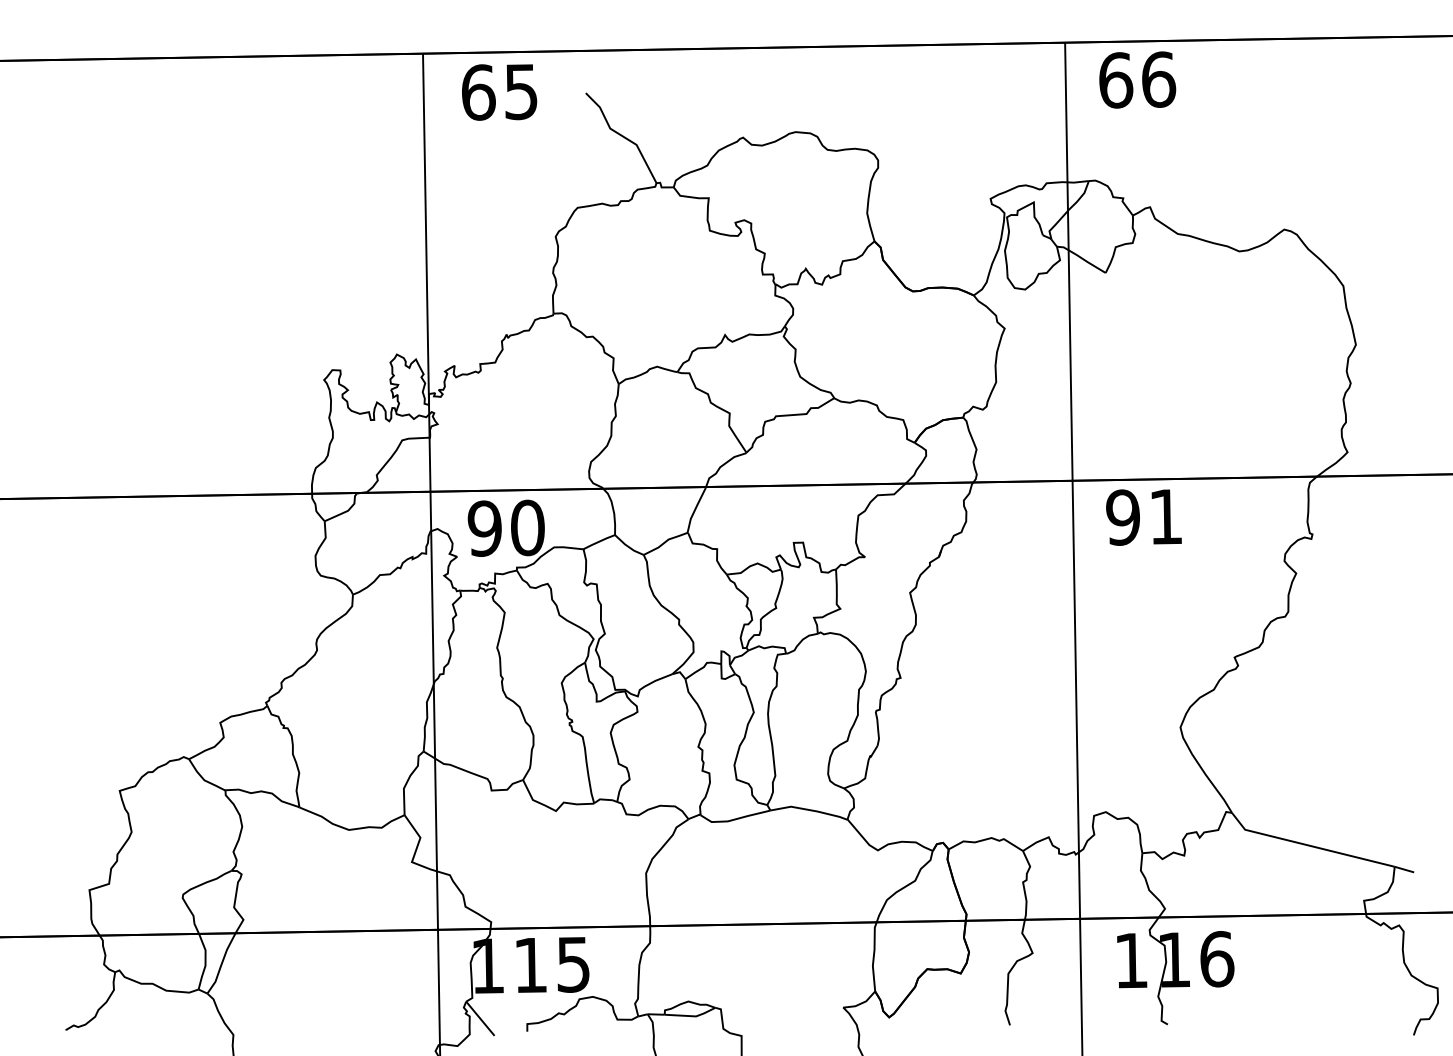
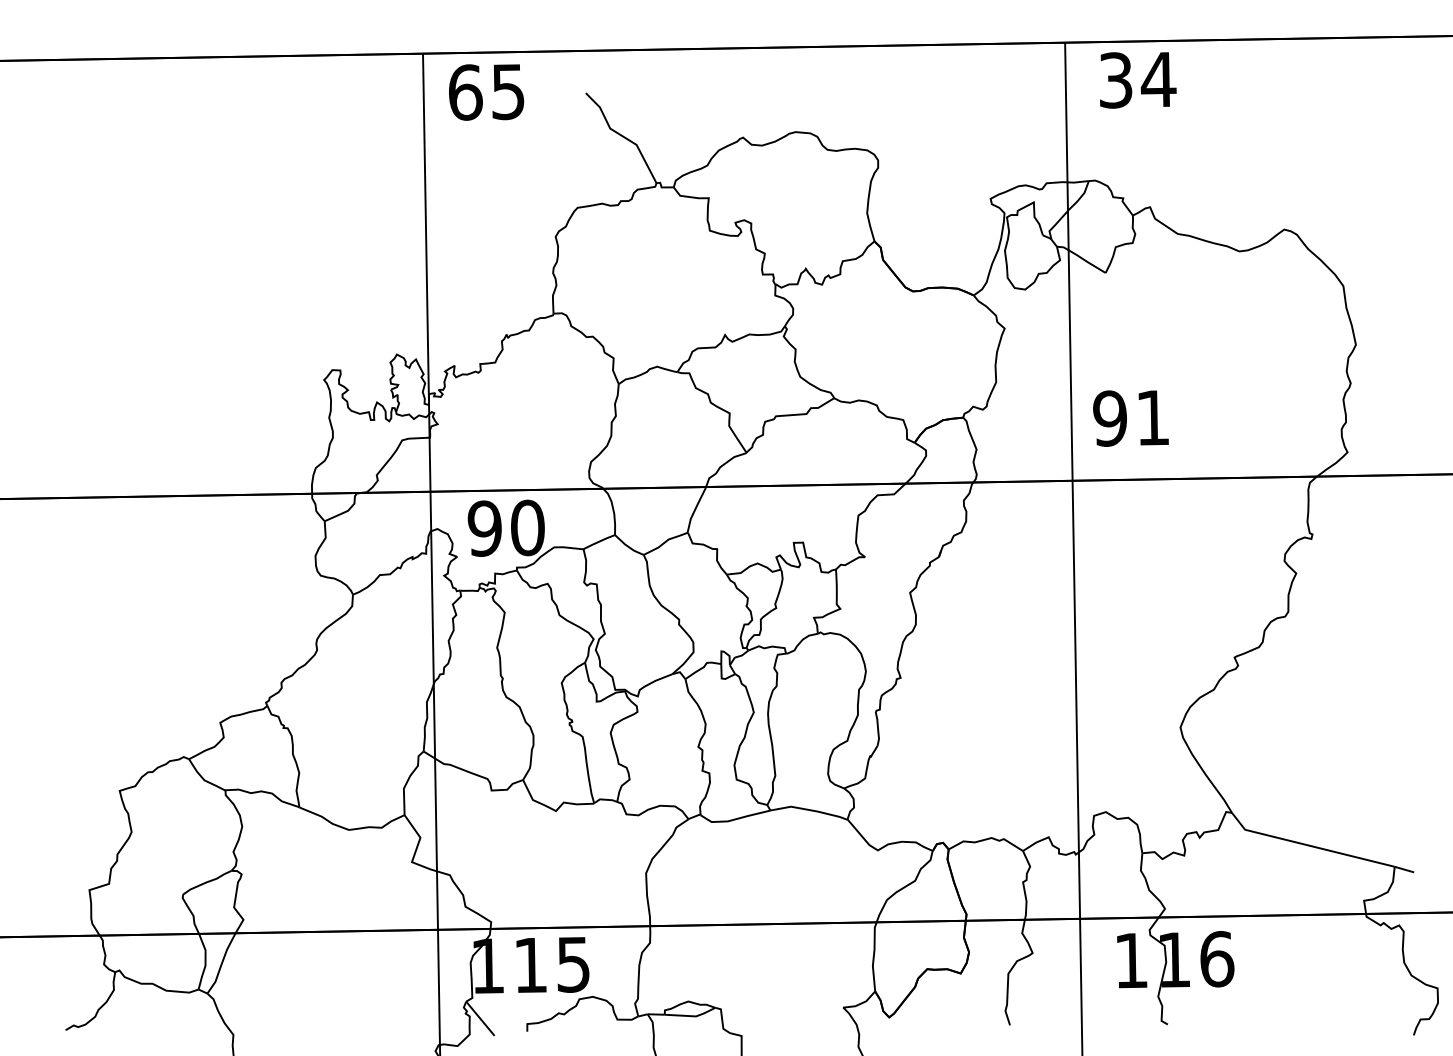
text at (1137, 79): 66 -> 34
text at (499, 92) position: (499, 92) -> (486, 92)
text at (1143, 517) position: (1143, 517) -> (1130, 418)
